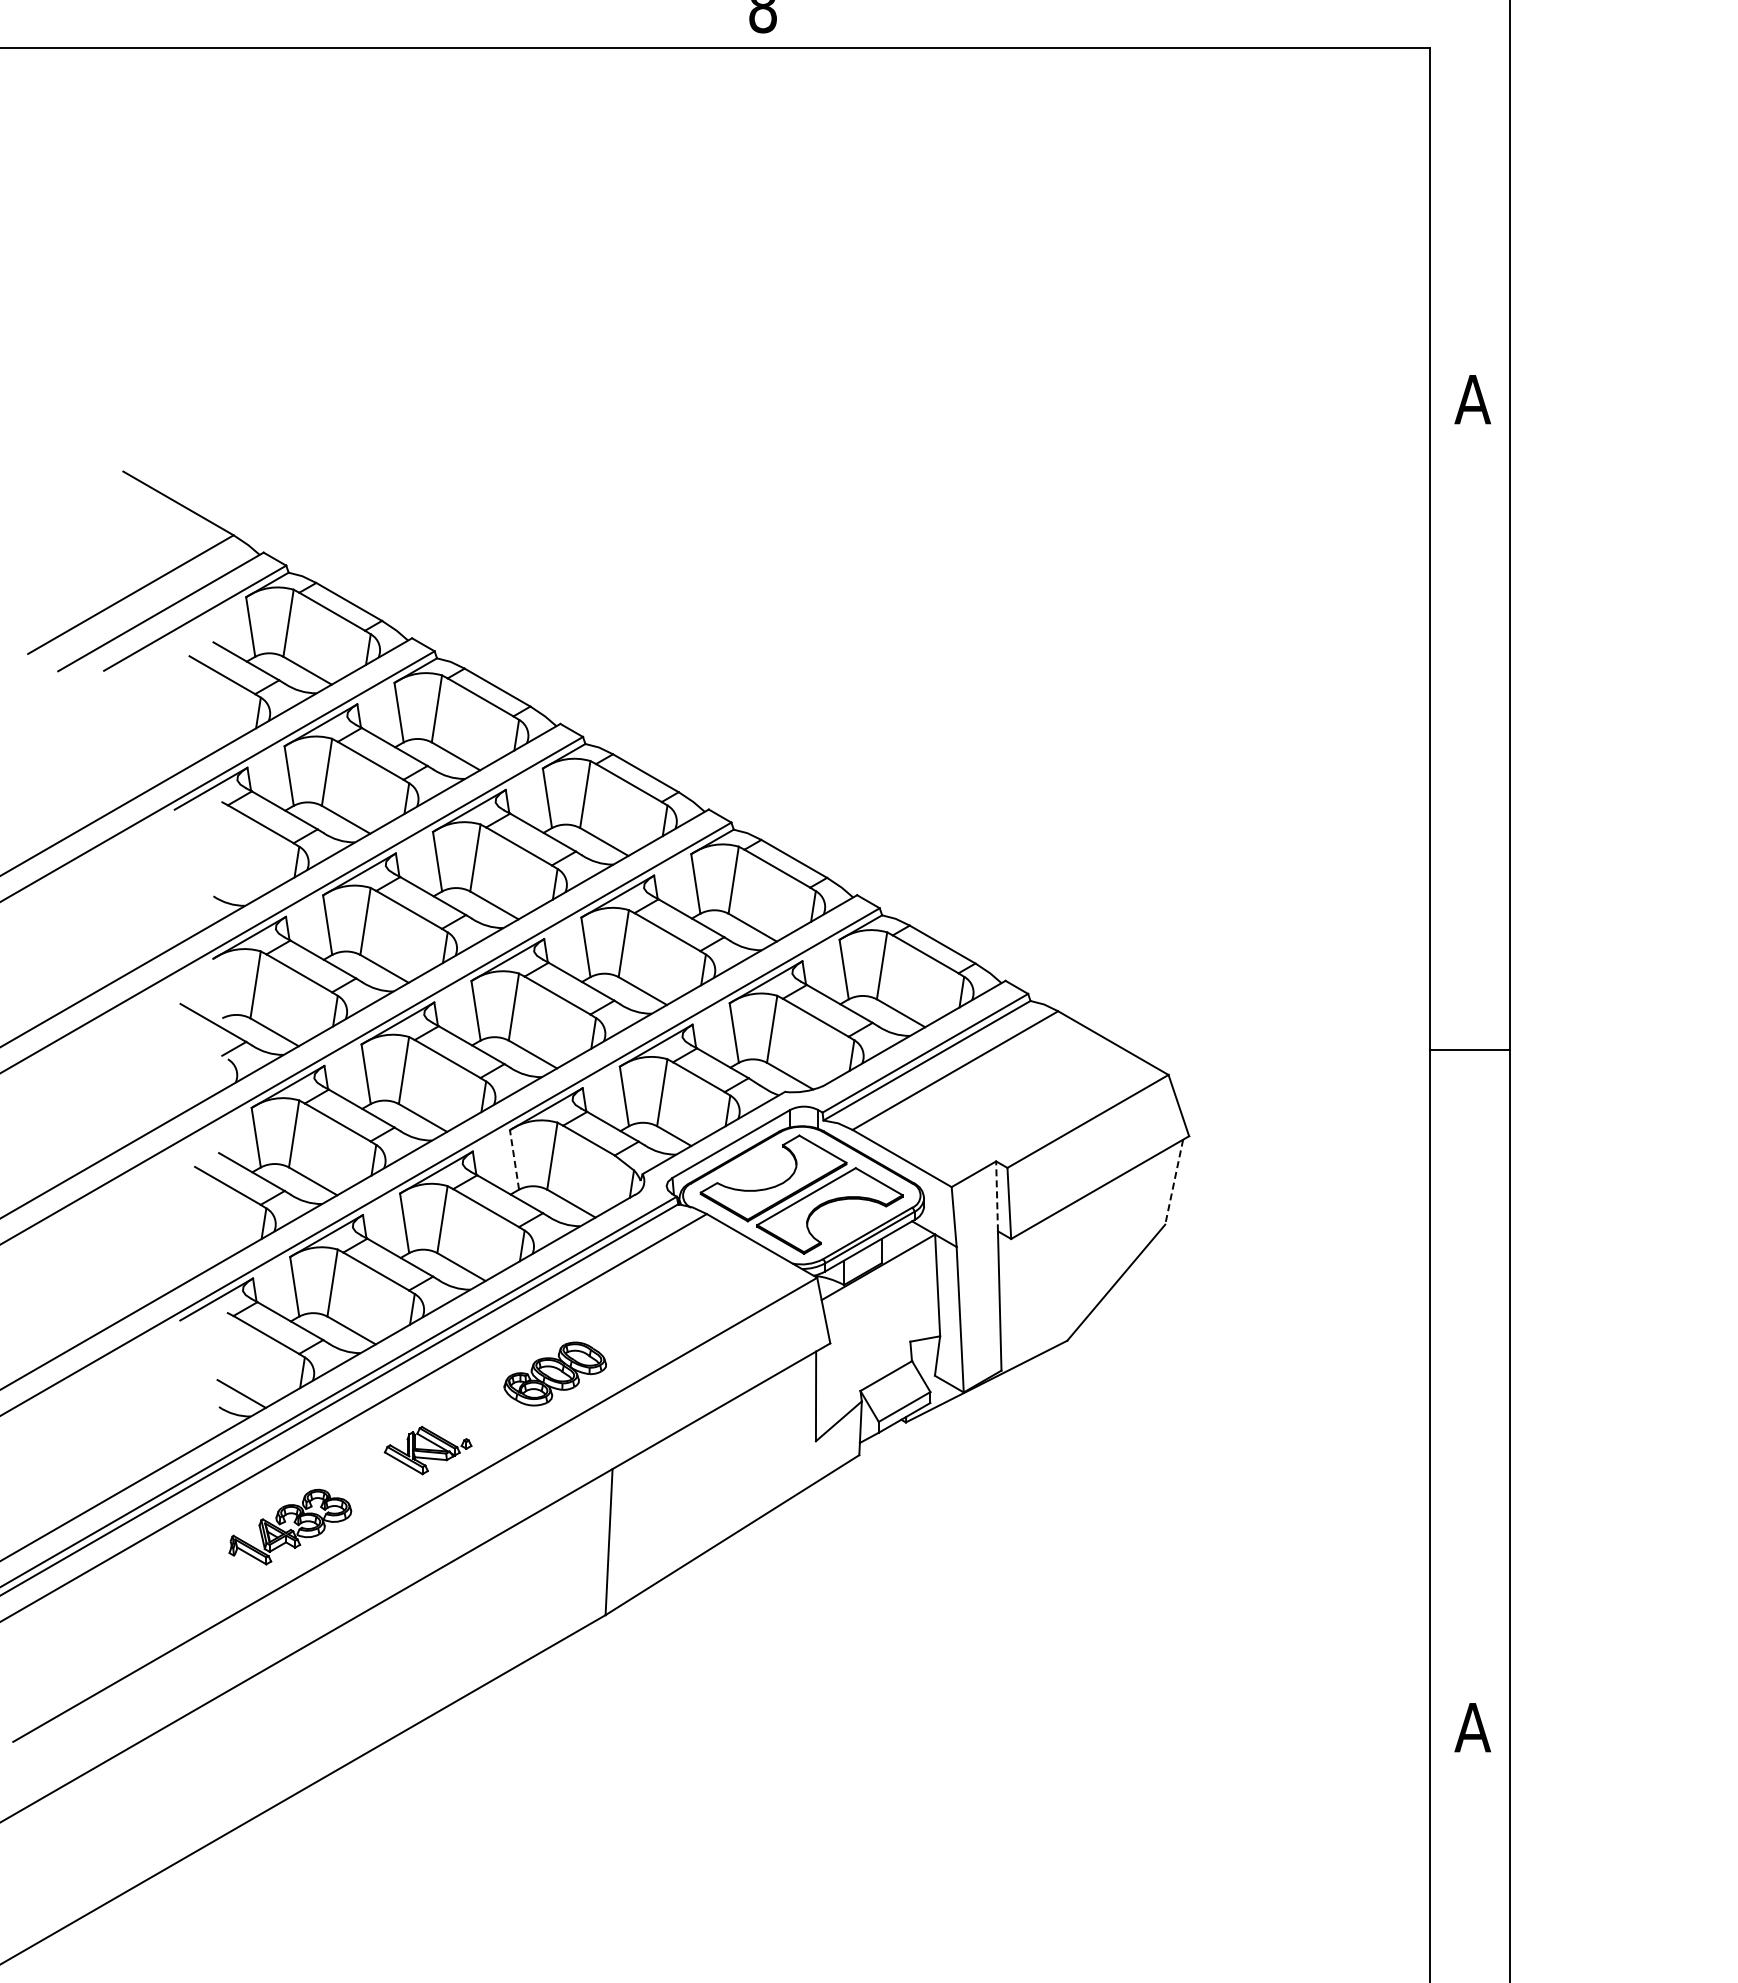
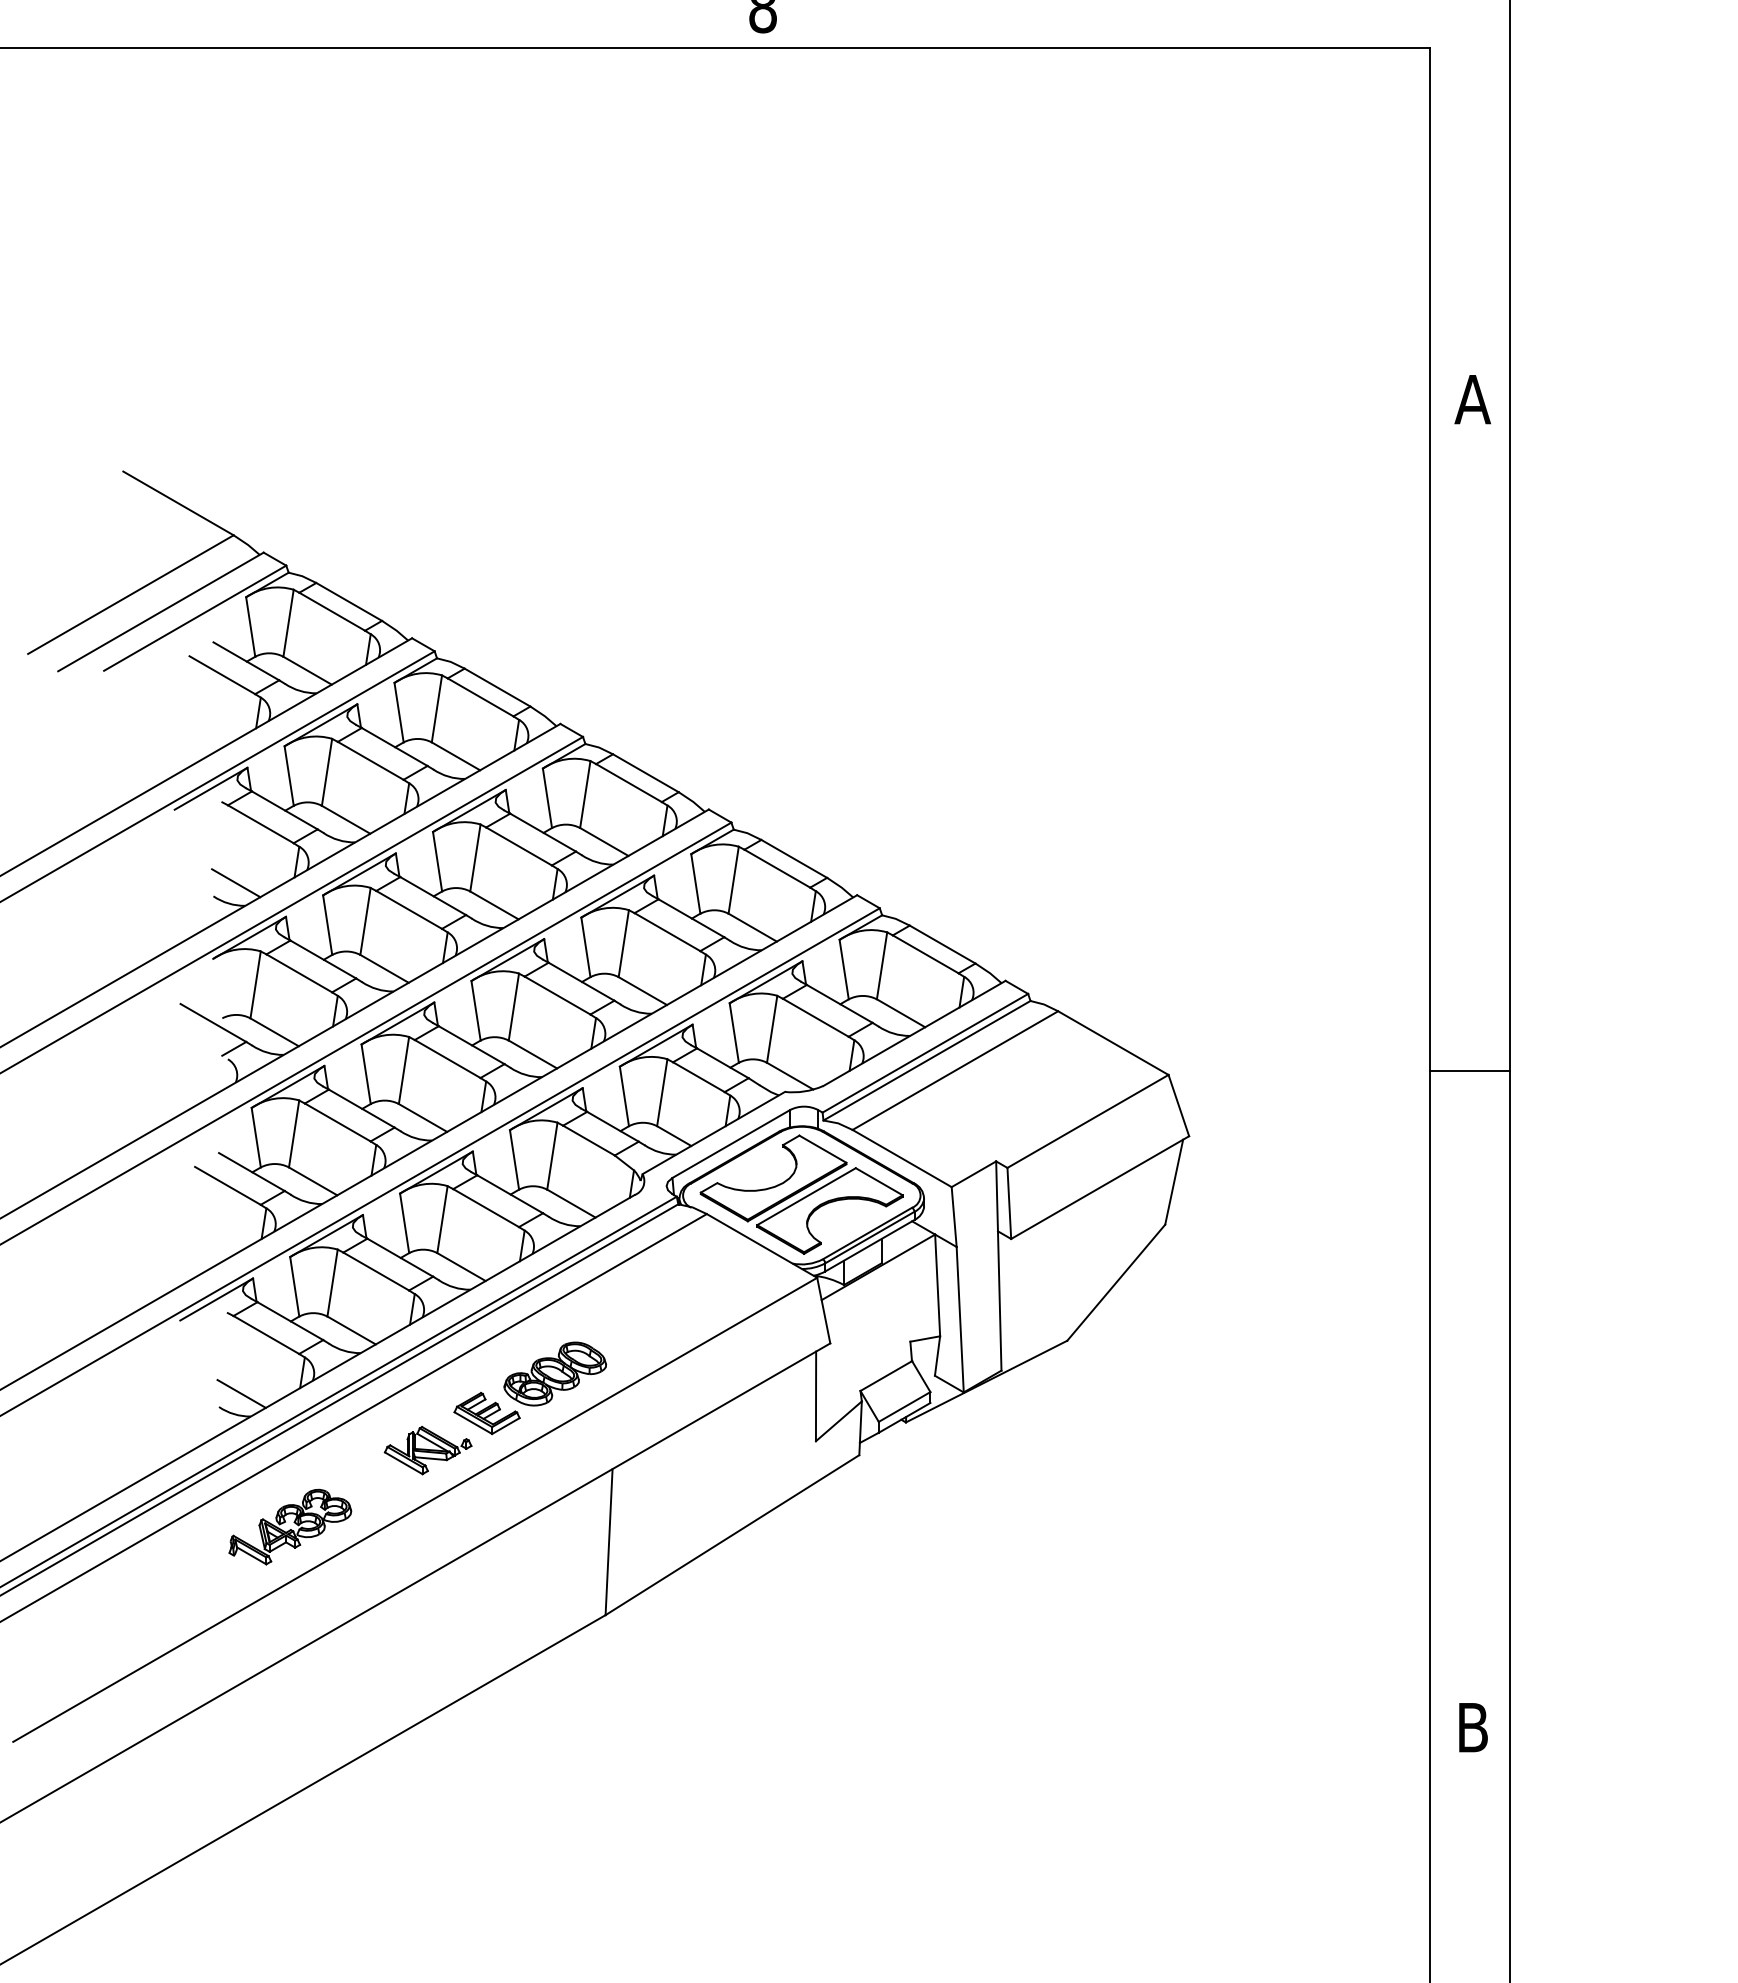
line at (236, 883): none -> present
line at (1470, 1049) position: (1470, 1049) -> (1470, 1070)
line at (514, 1159): dashed -> solid
line at (1174, 1182): dashed -> solid
line at (997, 1196): dashed -> solid
part at (486, 1413): none -> present
text at (1472, 1727): A -> B
